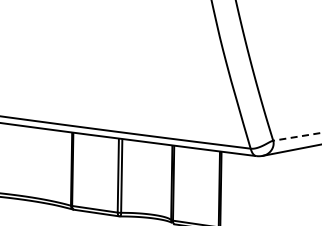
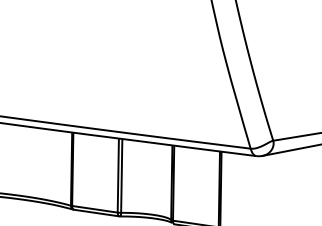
line at (296, 136): dashed -> solid
